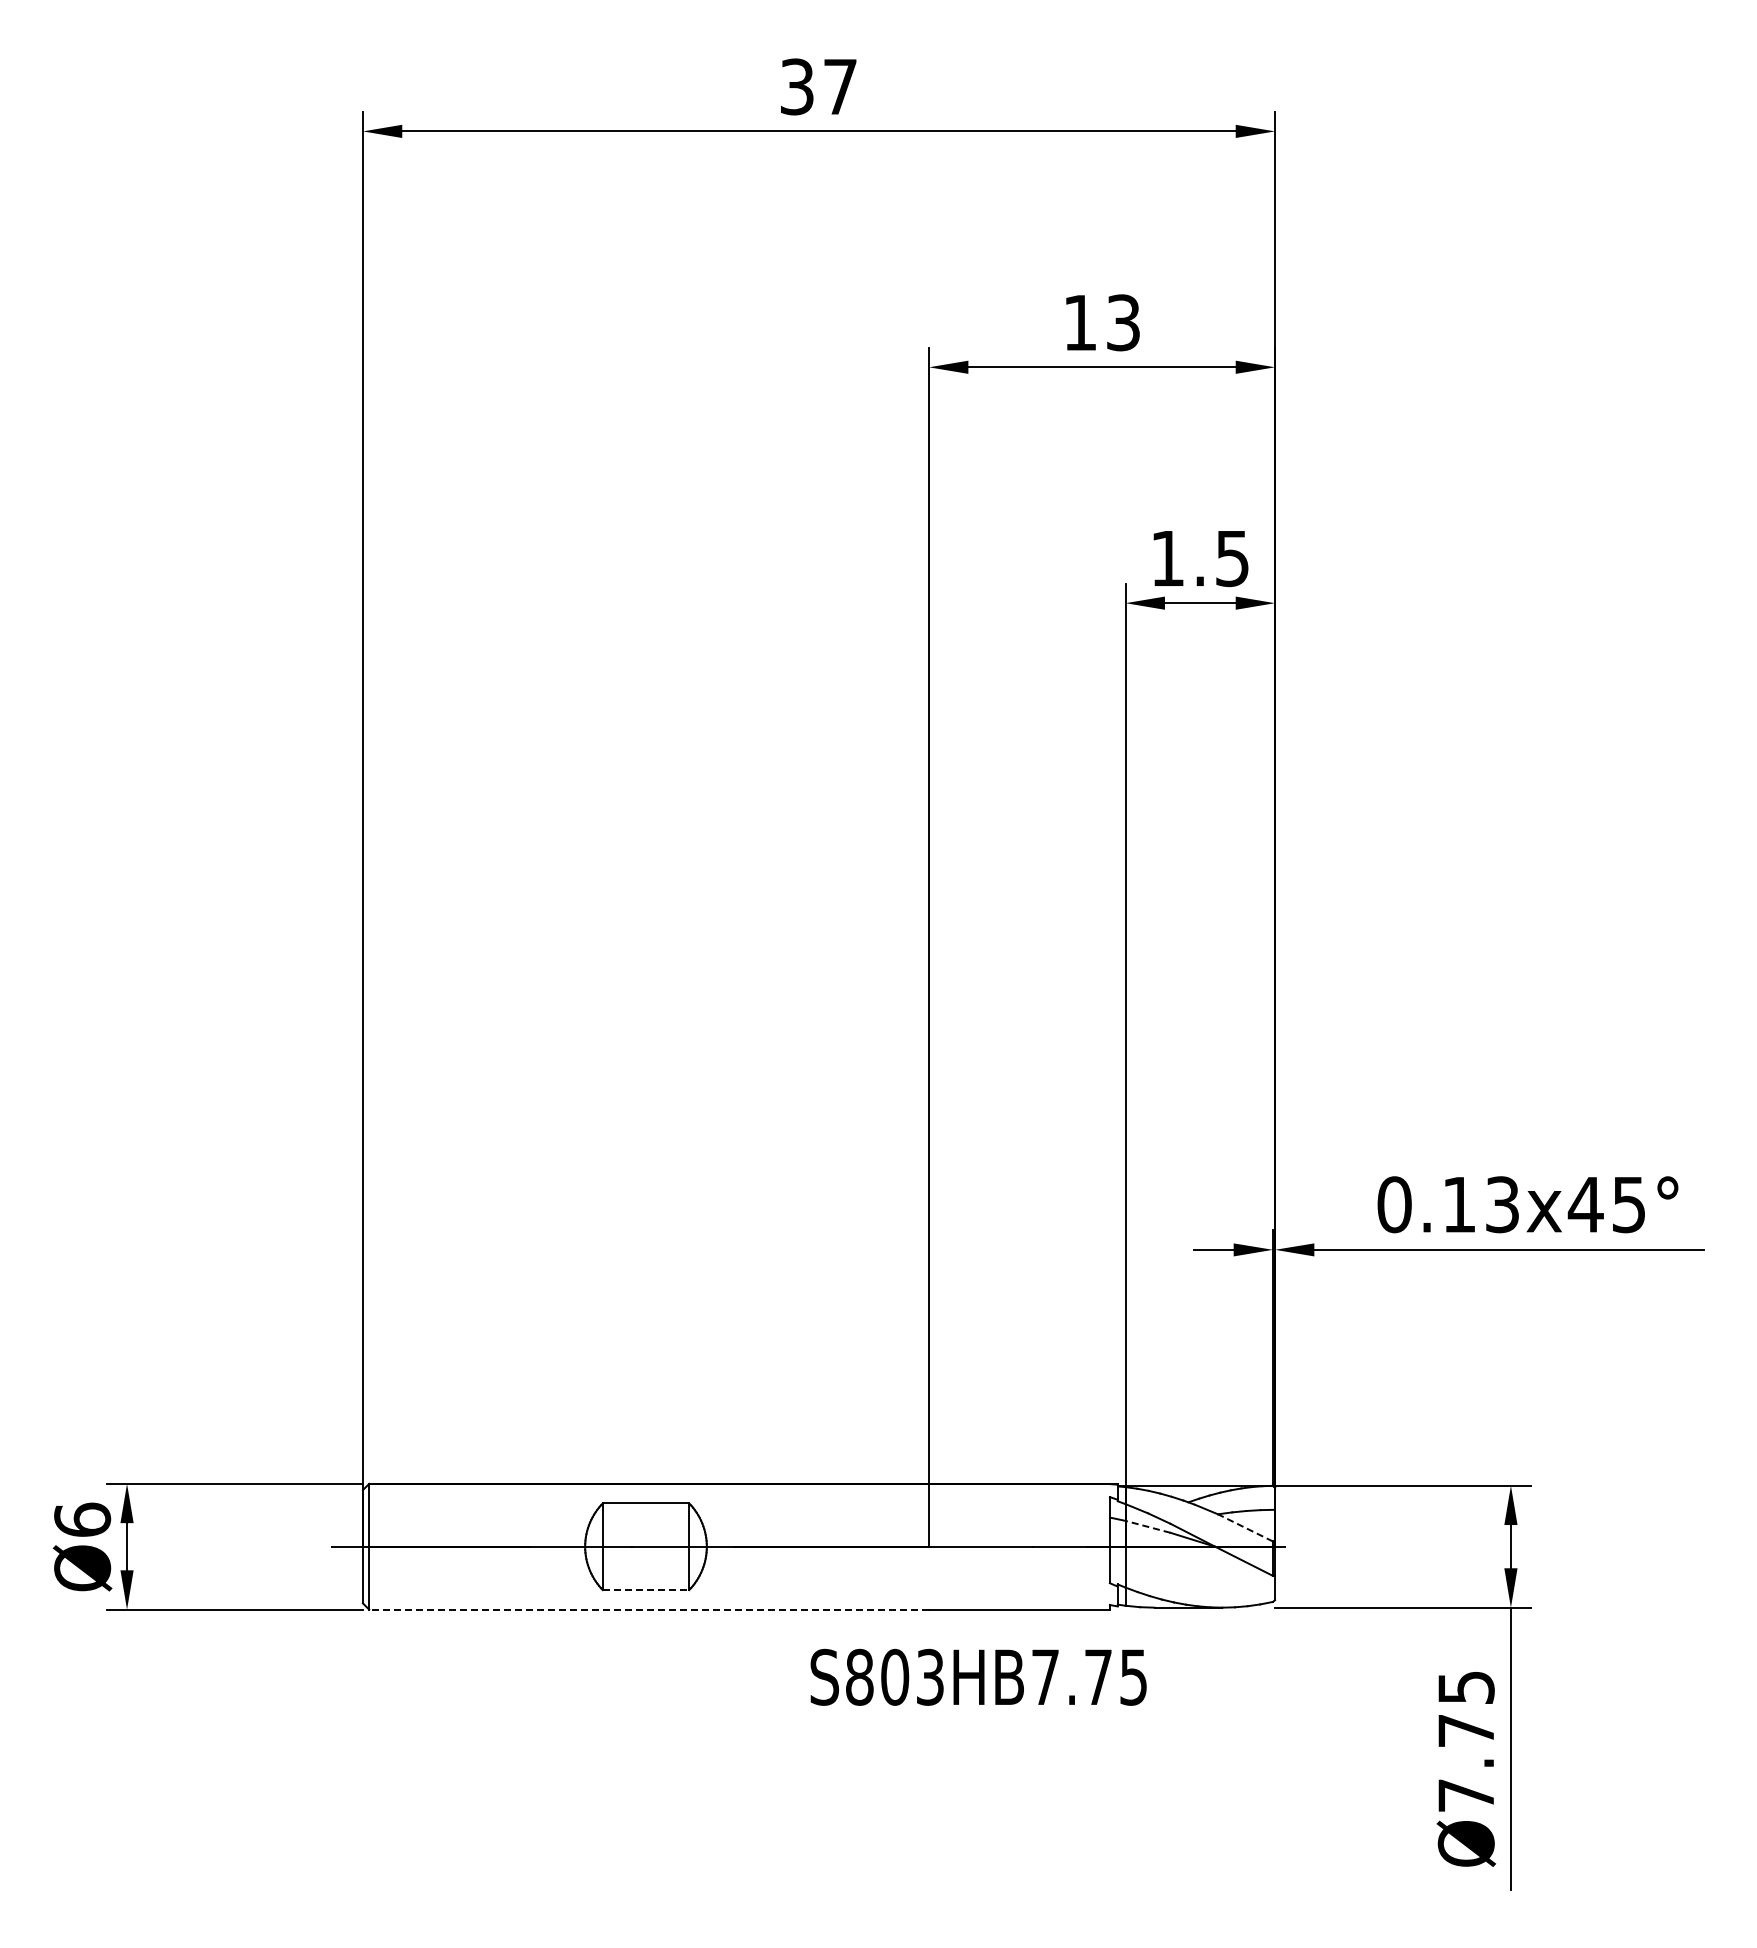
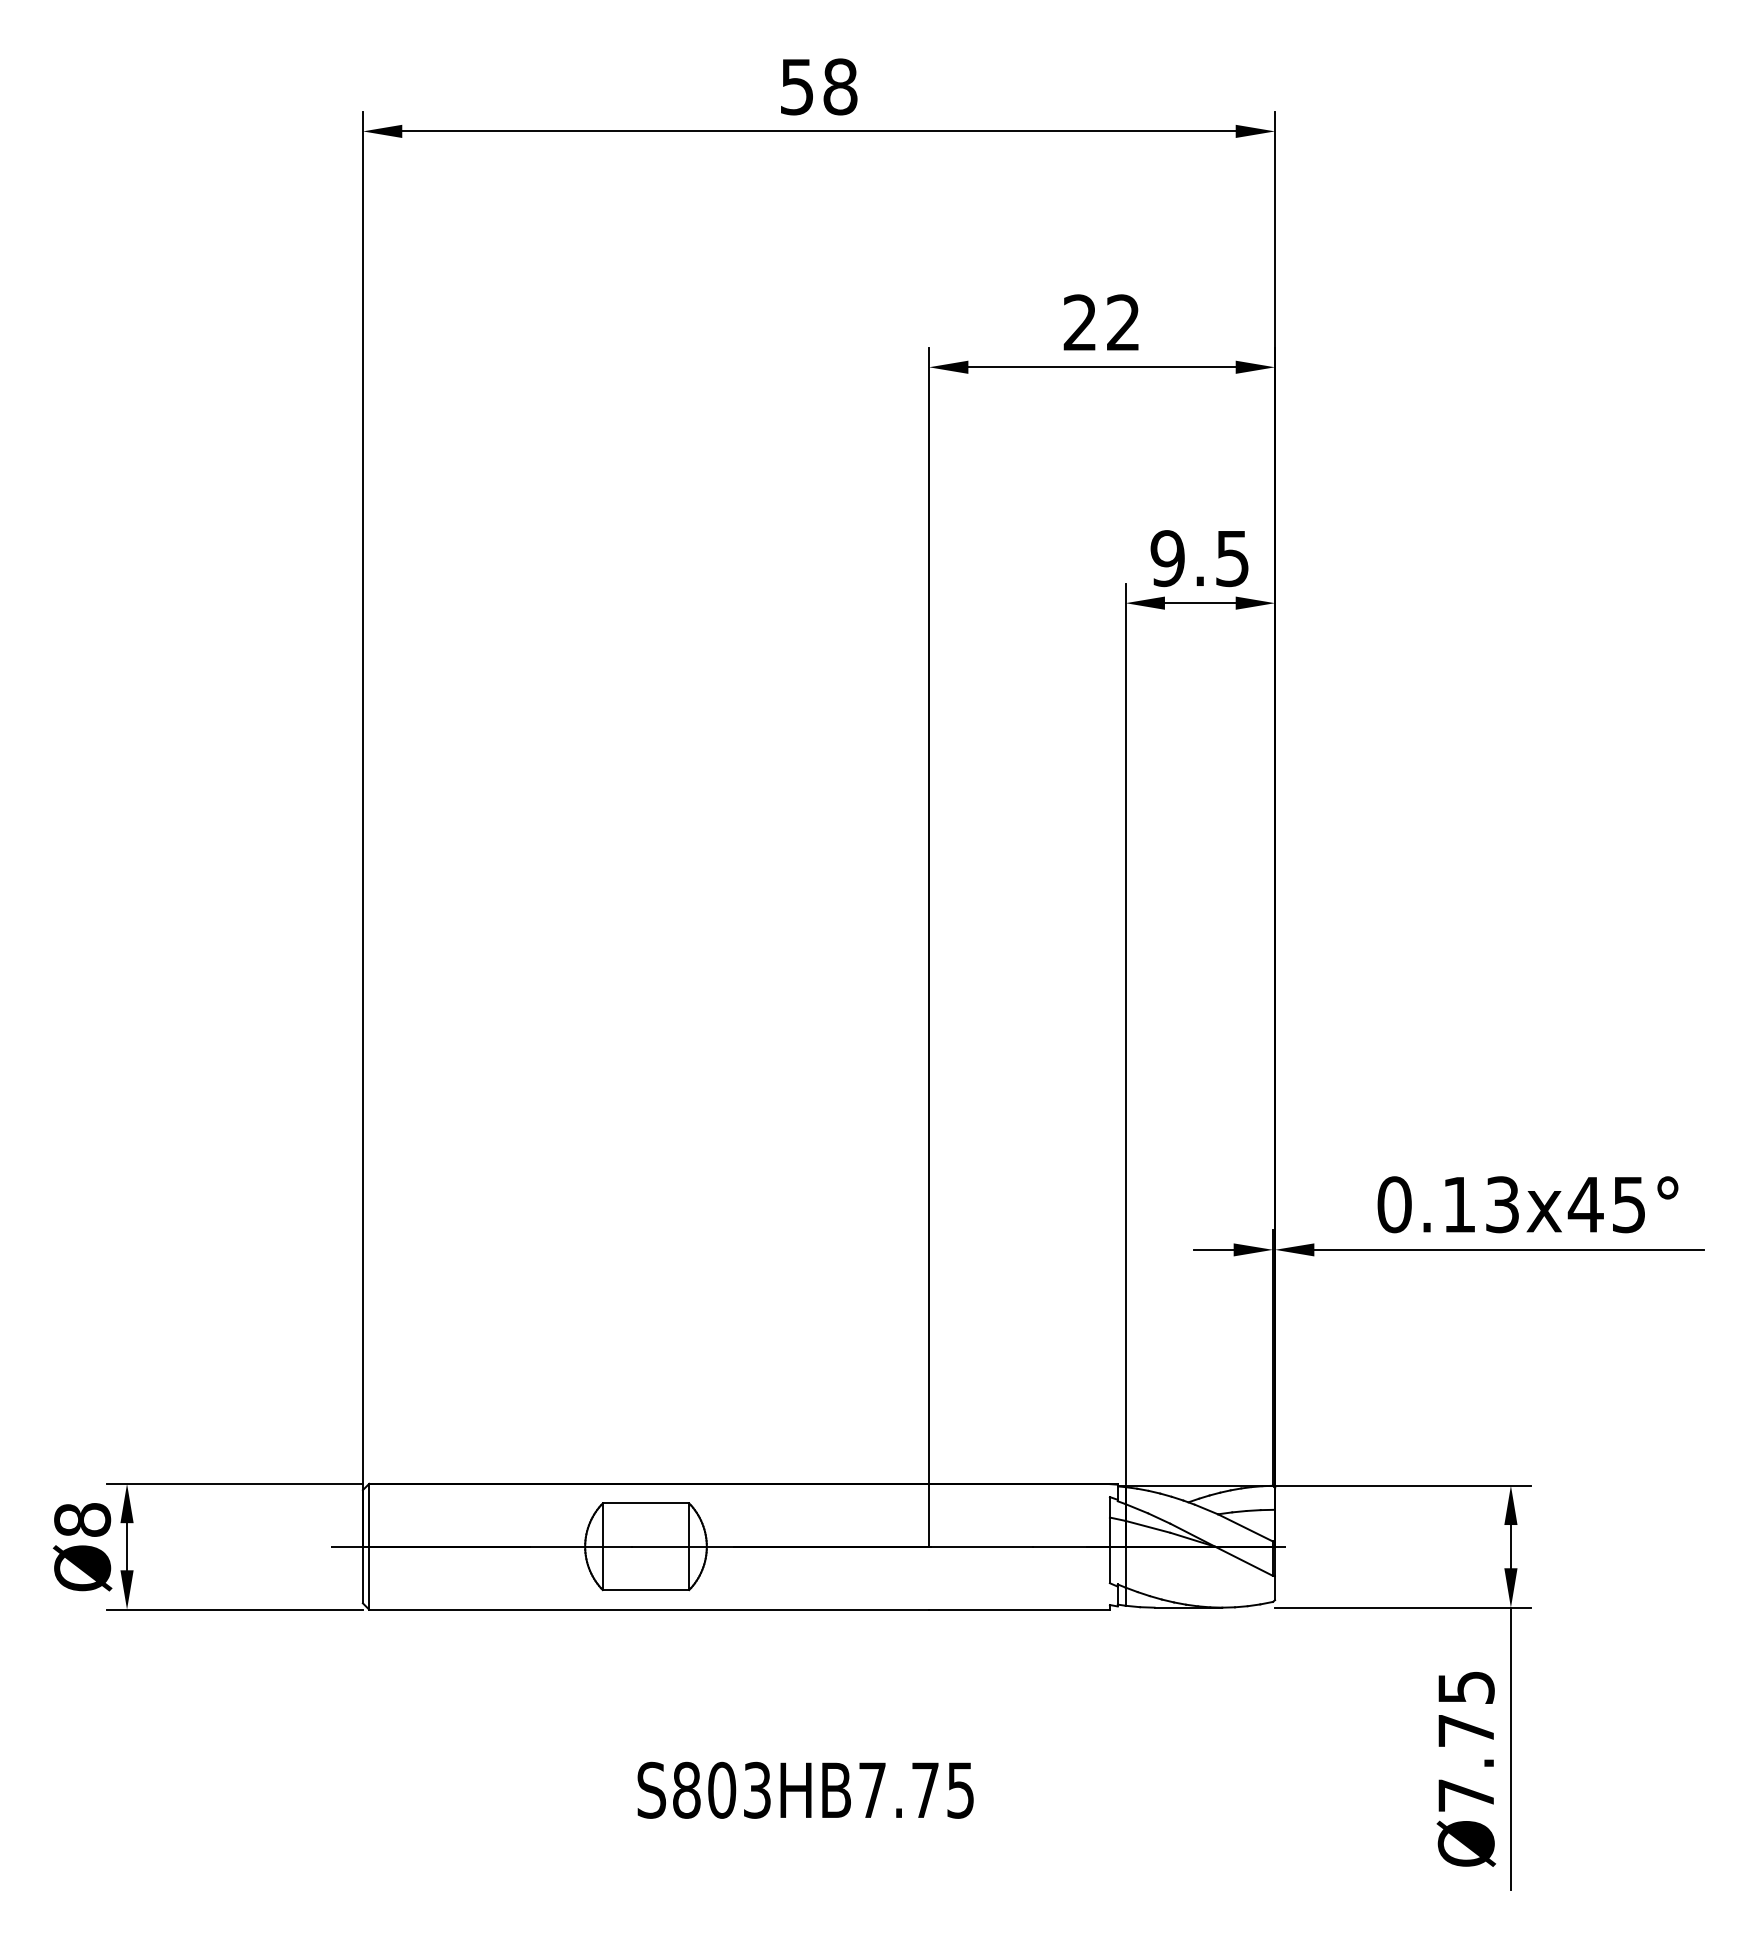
text at (819, 86): 37 -> 58
text at (1101, 322): 13 -> 22
text at (1167, 558): 1.5 -> 9.5
text at (82, 1519): Ø6 -> Ø8
line at (1147, 1526): dashed -> solid
line at (1245, 1527): dashed -> solid
line at (646, 1590): dashed -> solid
line at (649, 1609): dashed -> solid
text at (978, 1676) position: (978, 1676) -> (805, 1789)
